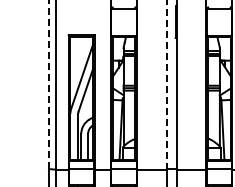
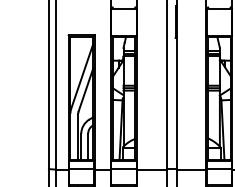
line at (48, 84): dashed -> solid
line at (166, 84): dashed -> solid
